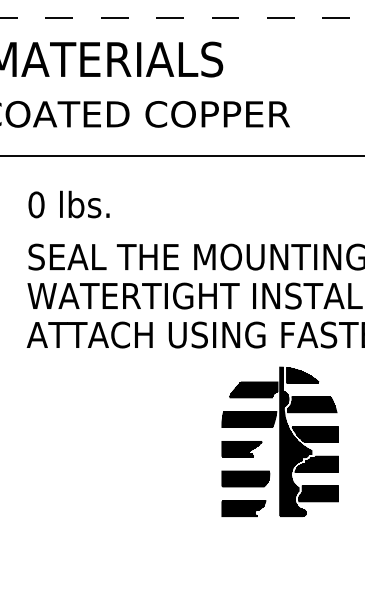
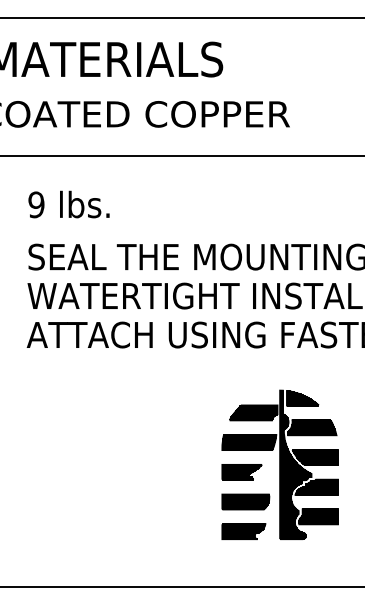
line at (183, 18): dashed -> solid
text at (36, 204): 0 -> 9
part at (279, 441) position: (279, 441) -> (279, 464)
line at (181, 586): none -> present
